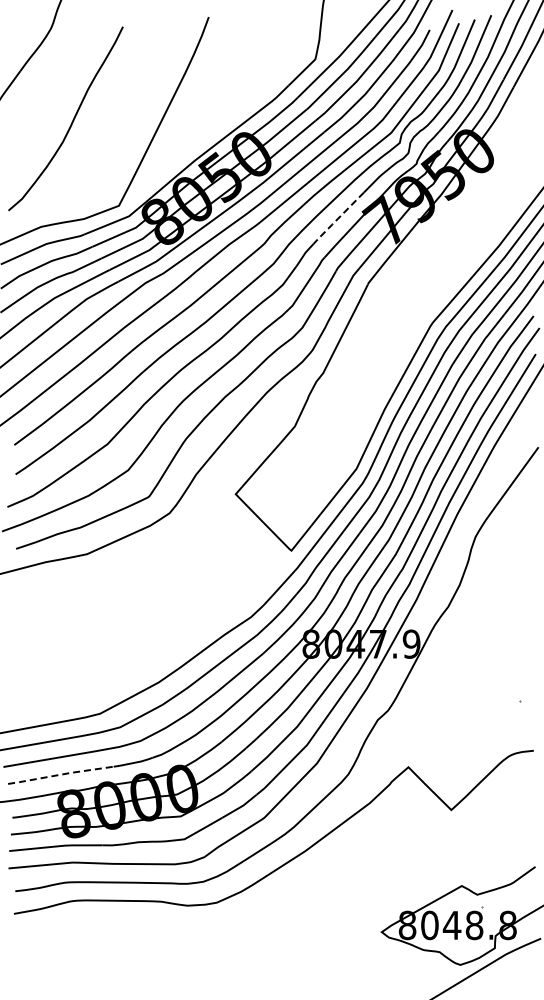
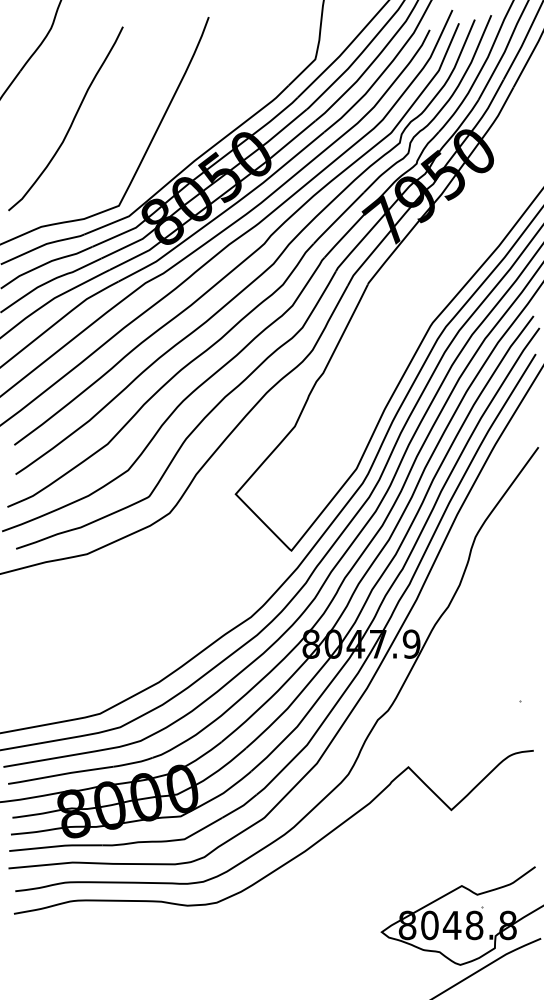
line at (337, 219): dashed -> solid
line at (61, 774): dashed -> solid
